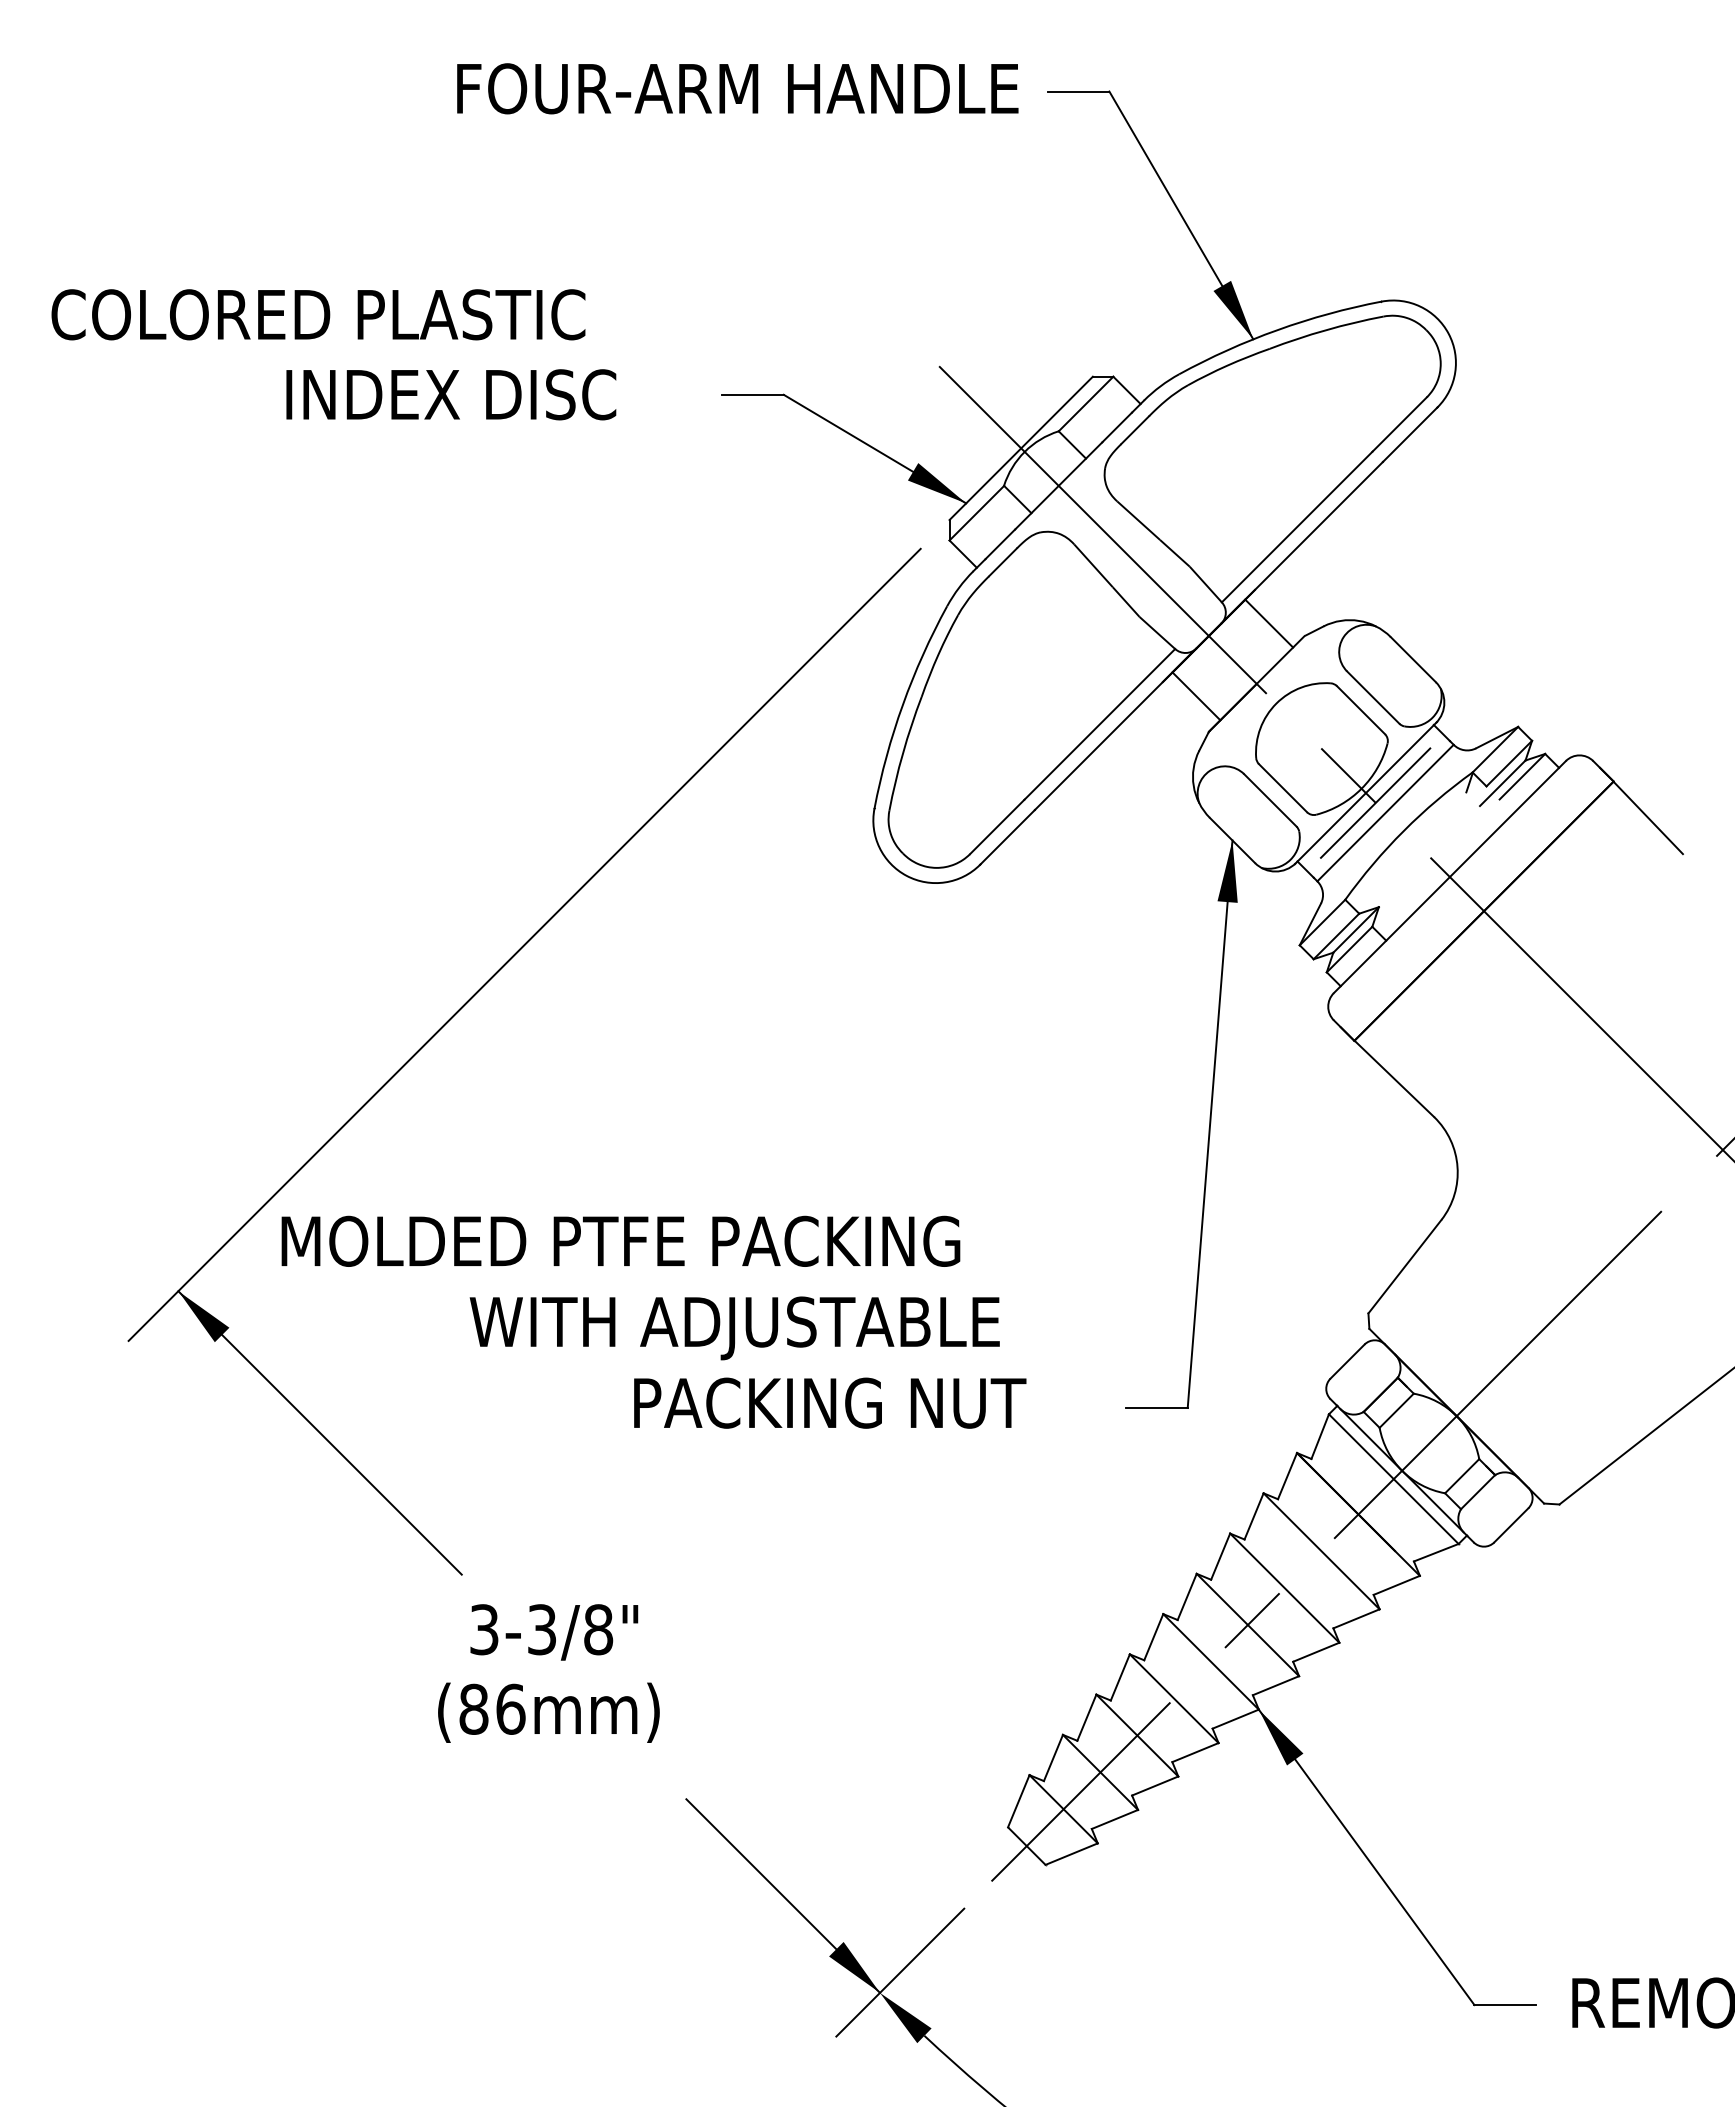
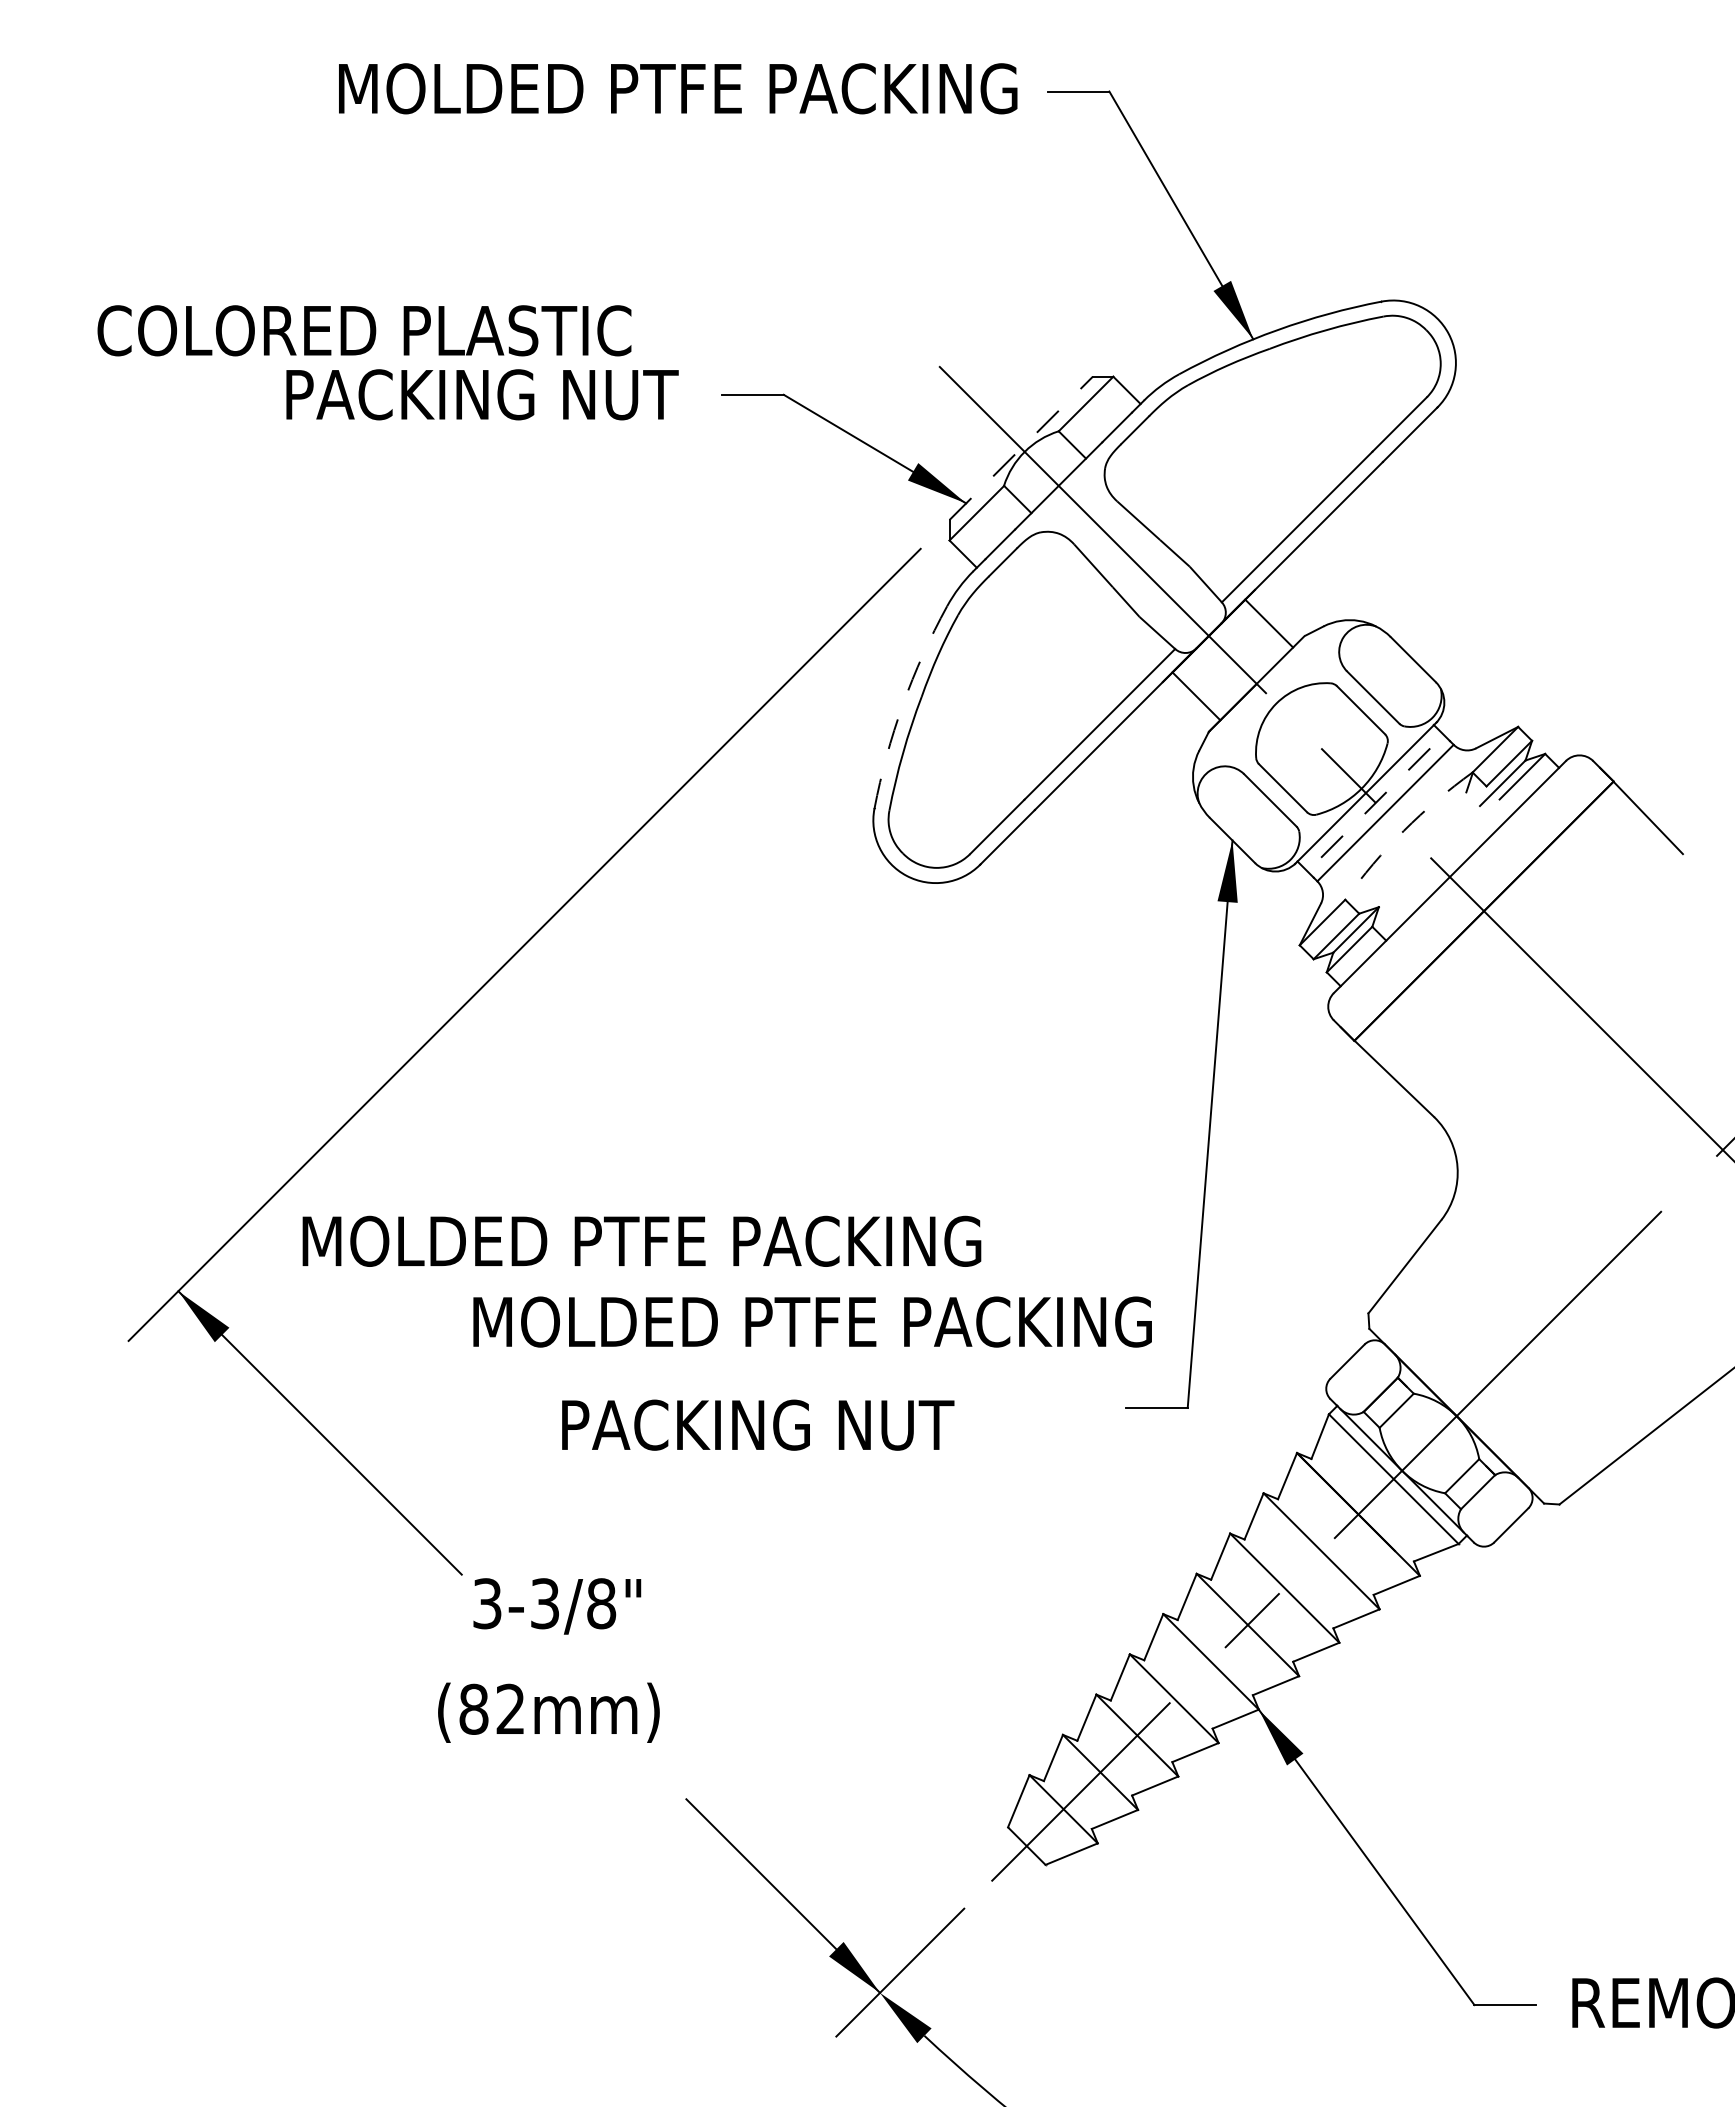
text at (678, 88): FOUR-ARM HANDLE -> MOLDED PTFE PACKING
text at (318, 314) position: (318, 314) -> (364, 330)
text at (485, 394): INDEX DISC -> PACKING NUT
line at (1021, 448): solid -> dashed
arc at (902, 704): solid -> dashed
line at (1375, 803): solid -> dashed
arc at (1403, 830): solid -> dashed
text at (620, 1240) position: (620, 1240) -> (641, 1240)
text at (810, 1328): WITH ADJUSTABLE -> MOLDED PTFE PACKING
text at (830, 1402) position: (830, 1402) -> (758, 1424)
text at (554, 1632) position: (554, 1632) -> (557, 1606)
text at (510, 1708): (86mm) -> (82mm)
